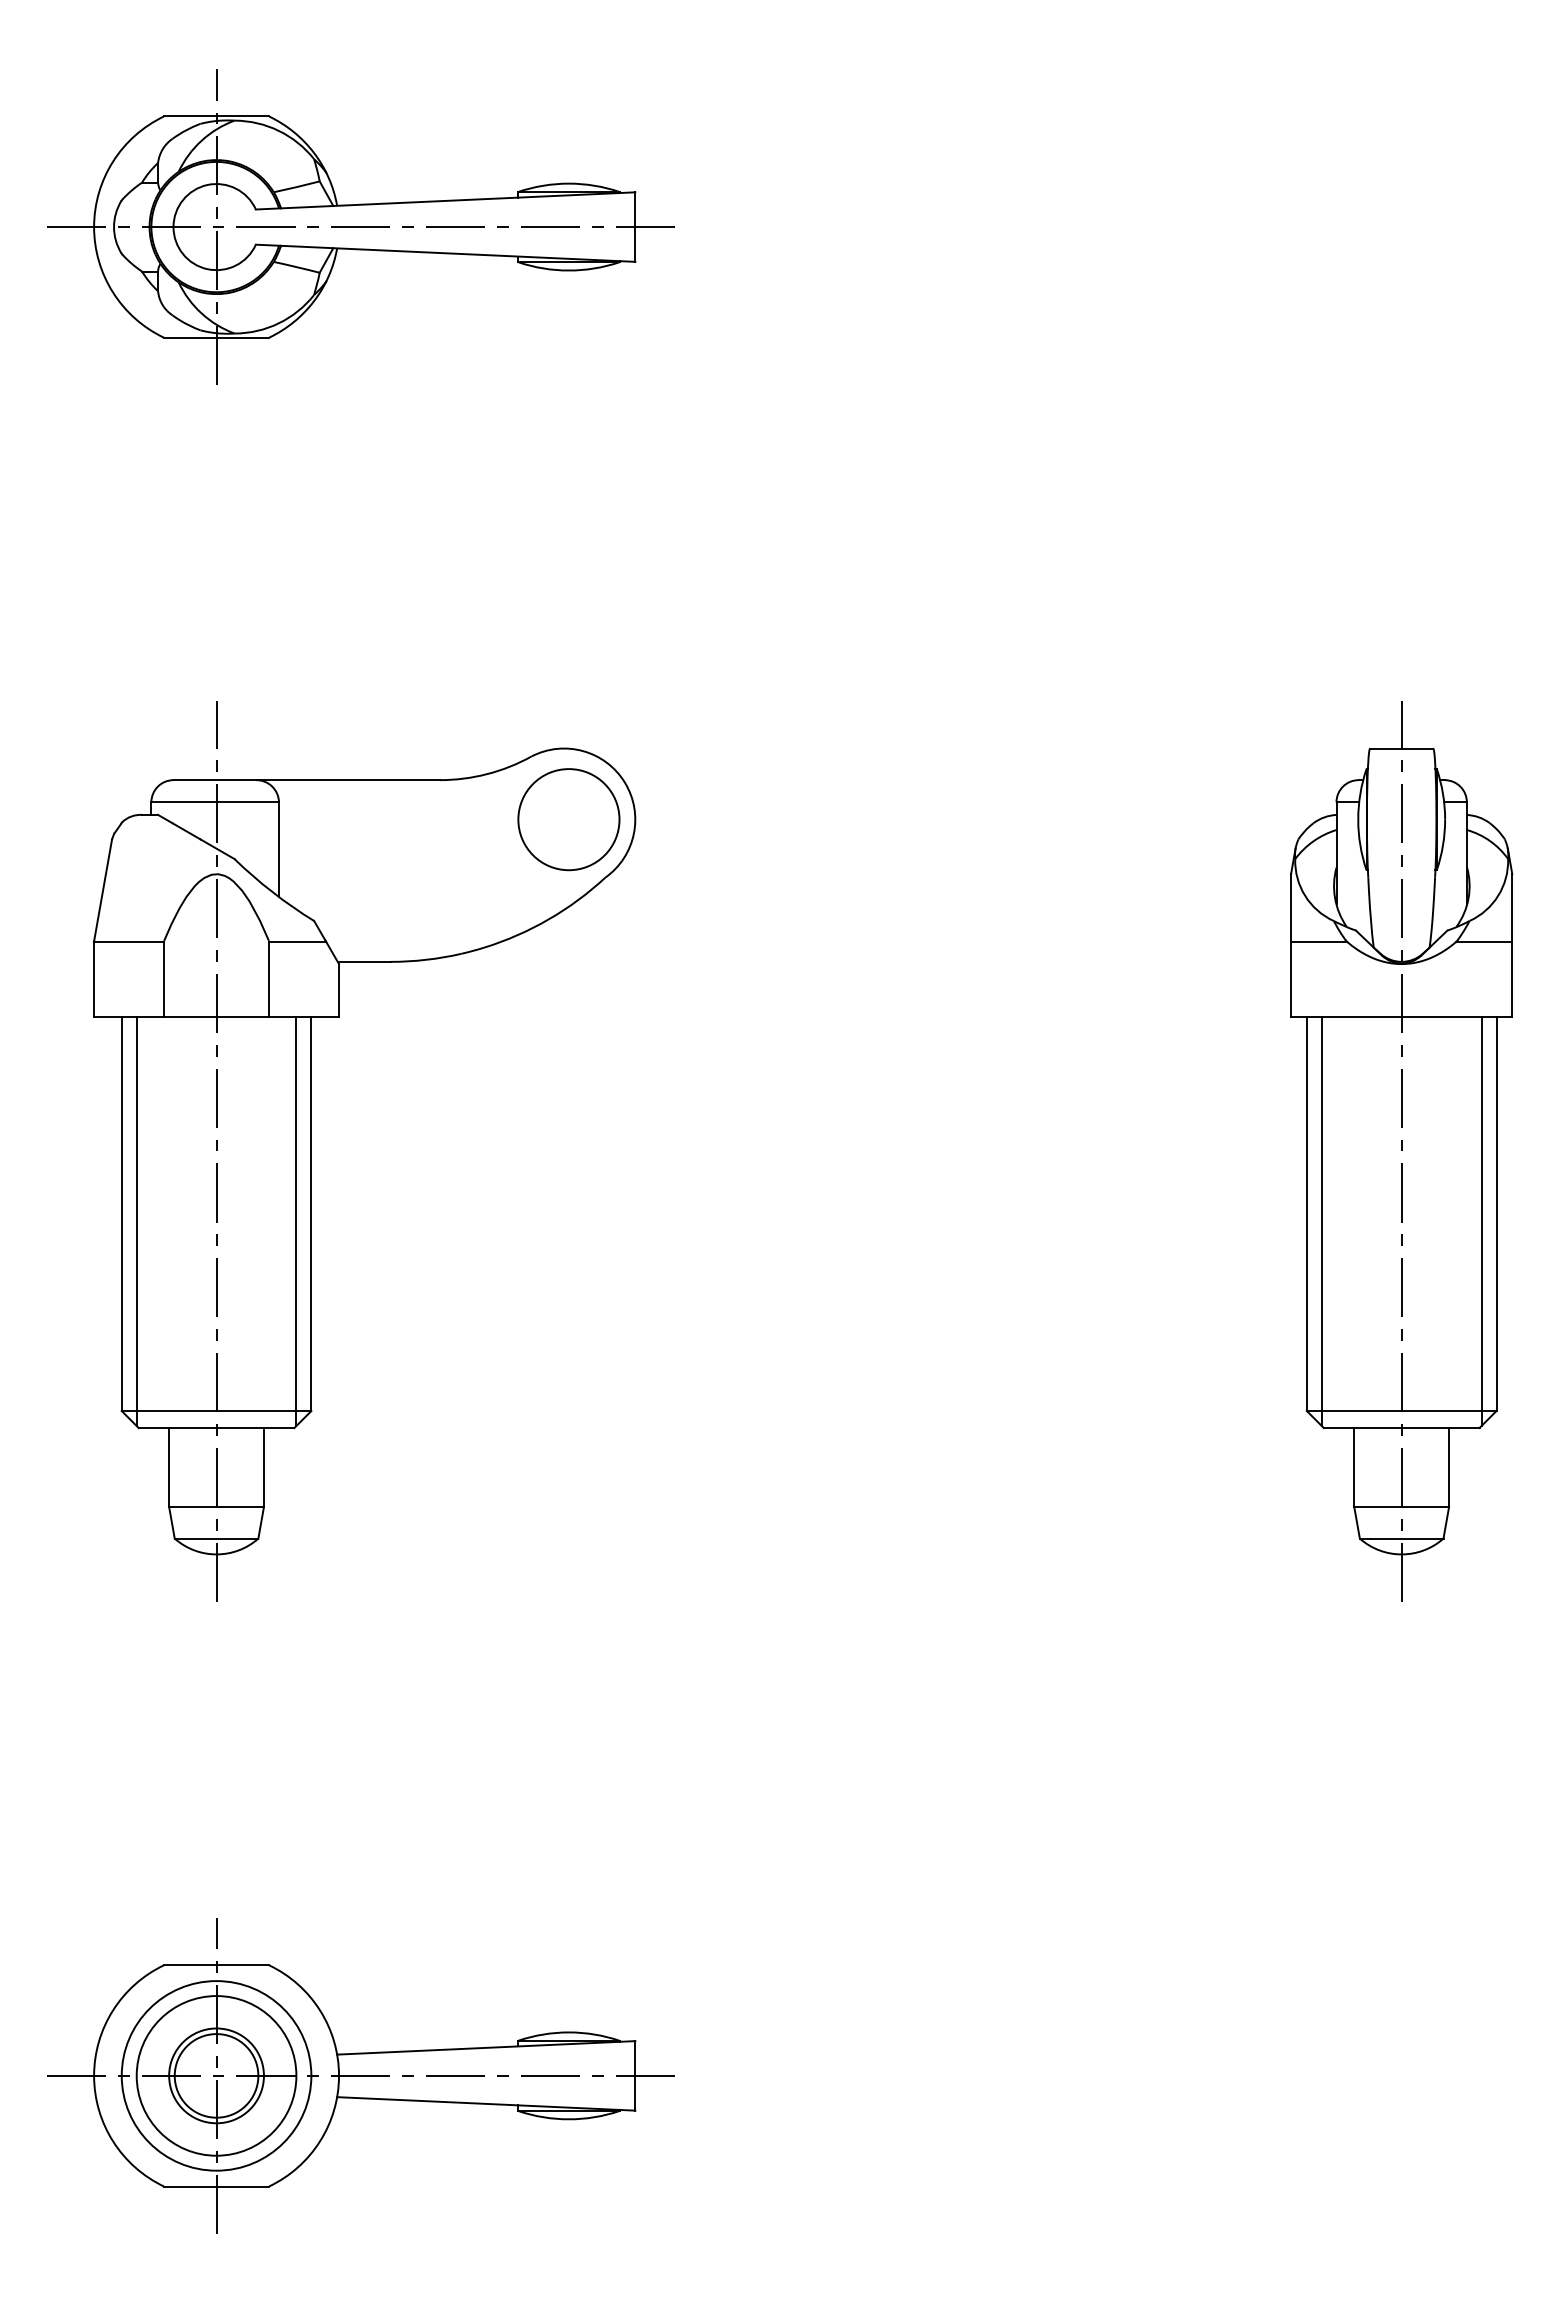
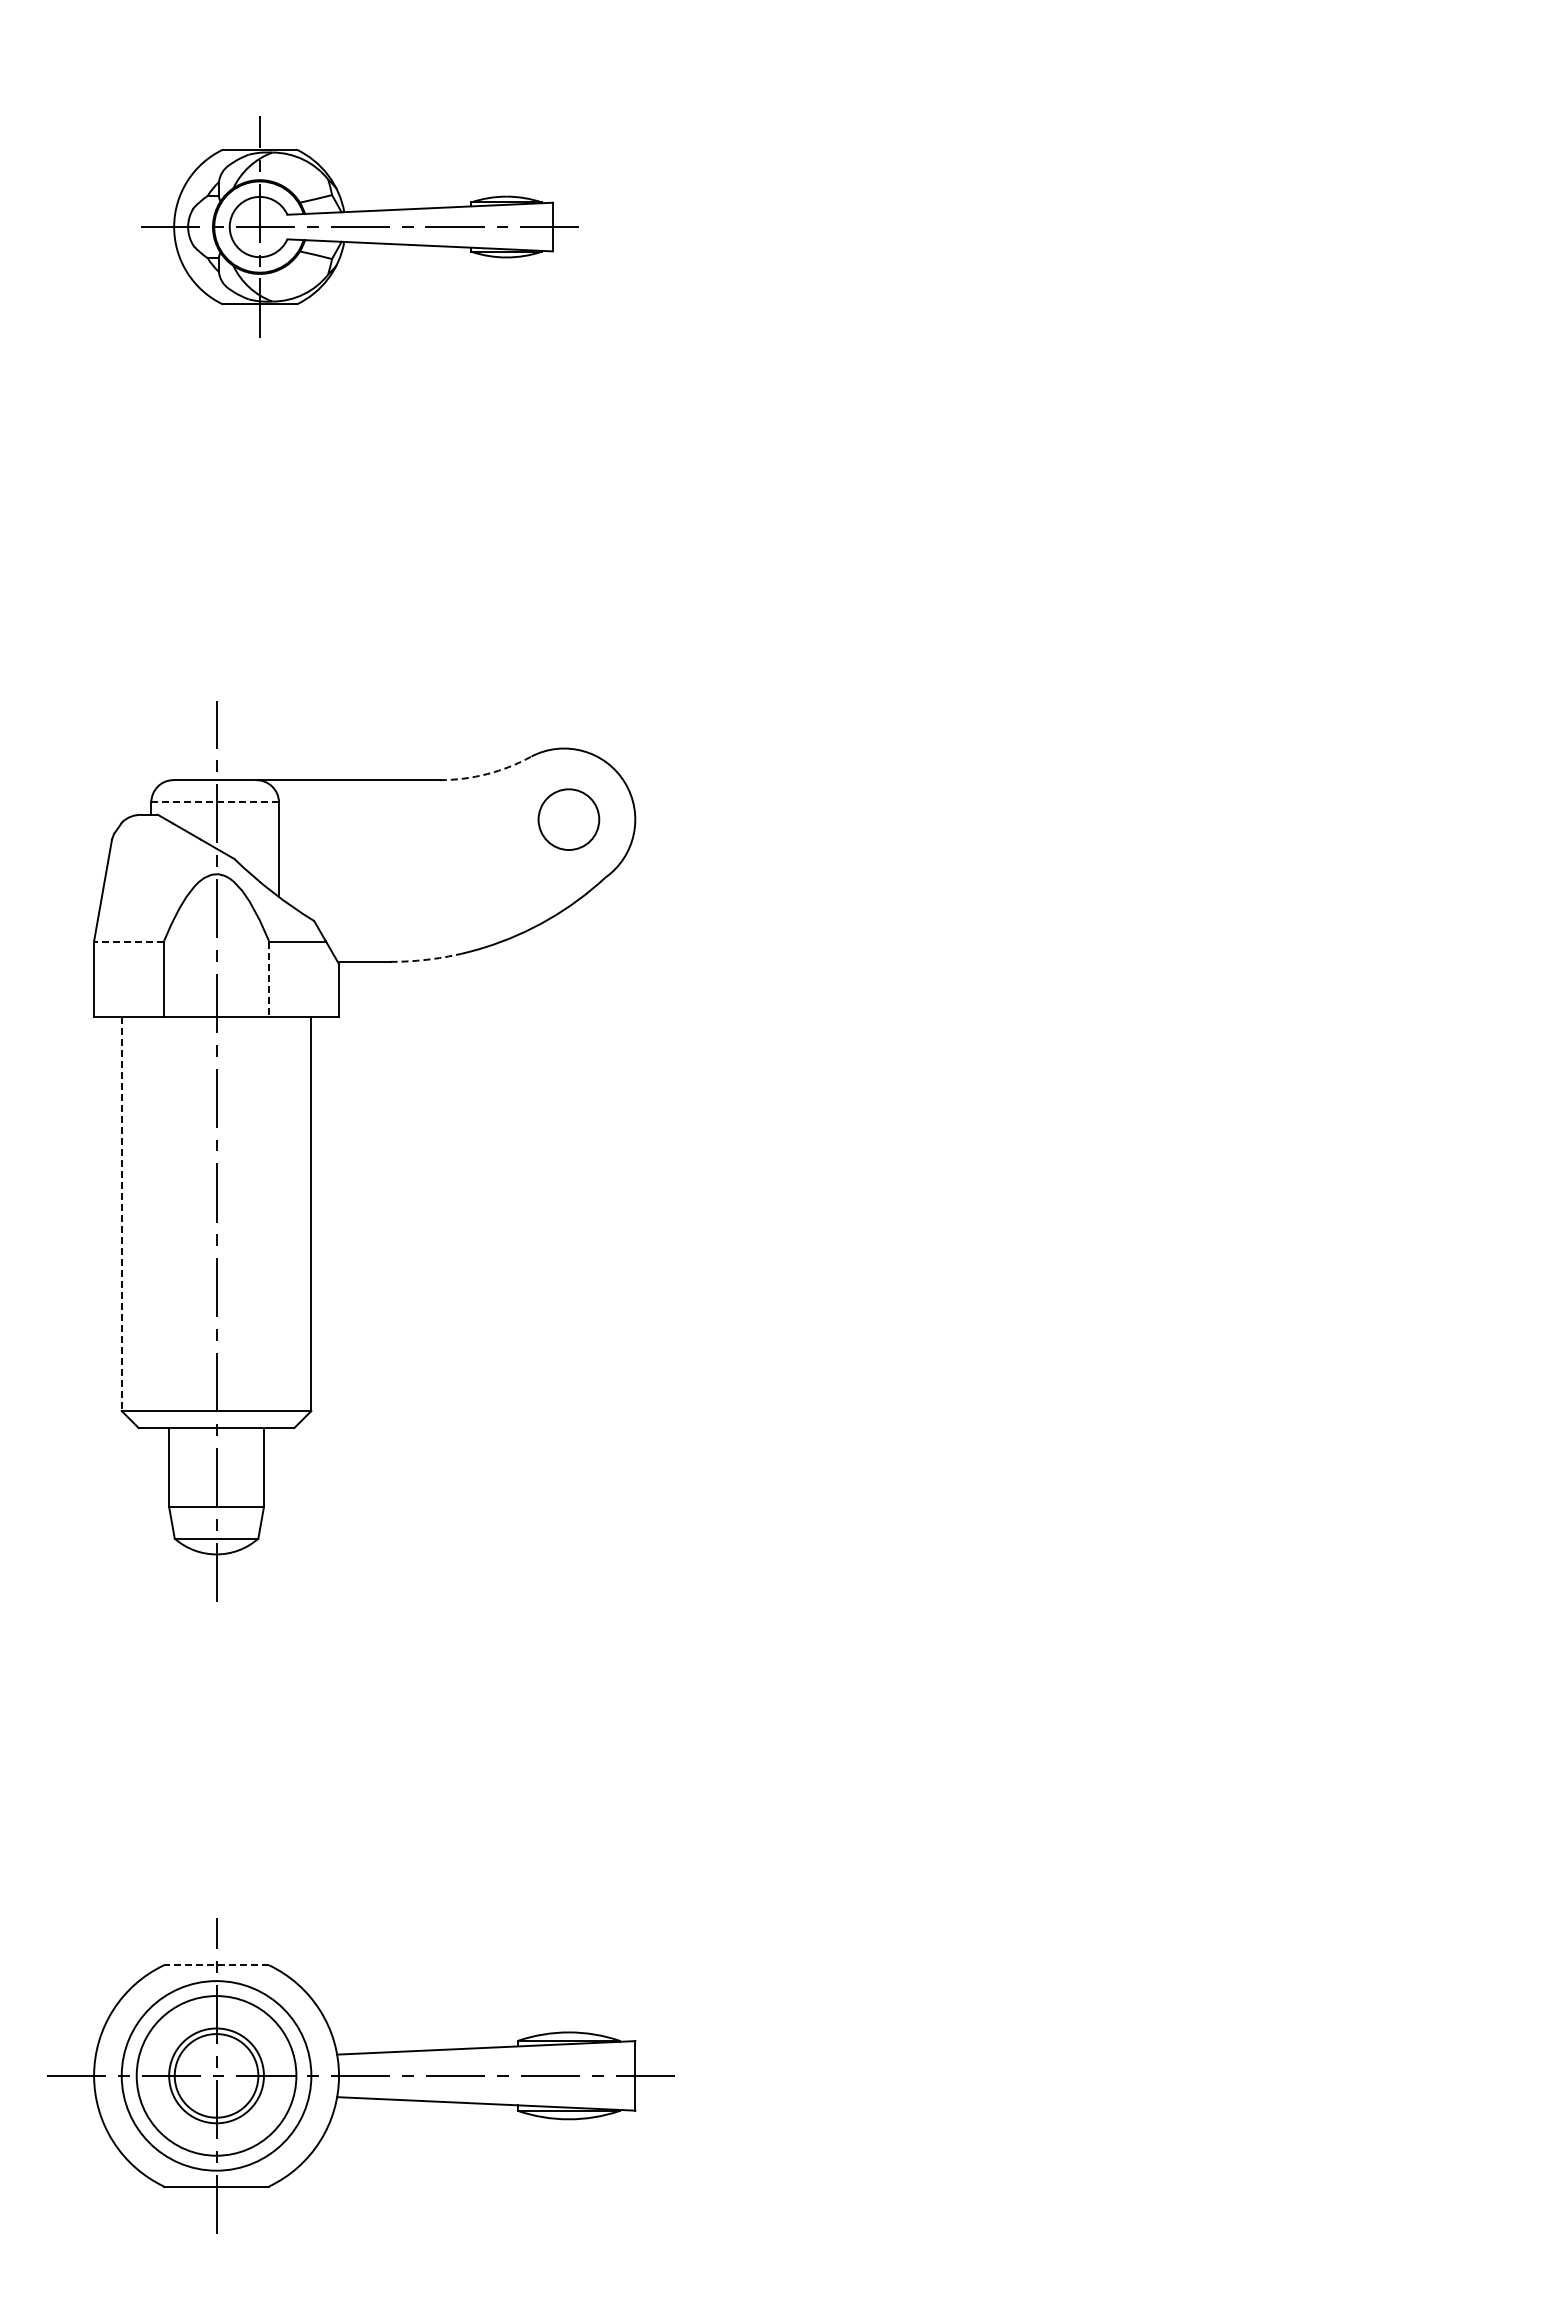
part at (360, 226) size: 628x316 px -> 438x222 px
arc at (487, 774): solid -> dashed
line at (215, 802): solid -> dashed
circle at (568, 819) diameter: 101 px -> 61 px
line at (129, 942): solid -> dashed
arc at (426, 959): solid -> dashed
line at (269, 979): solid -> dashed
part at (1401, 1151): present -> none
line at (121, 1214): solid -> dashed
line at (136, 1221): present -> none
line at (296, 1221): present -> none
line at (216, 1965): solid -> dashed
